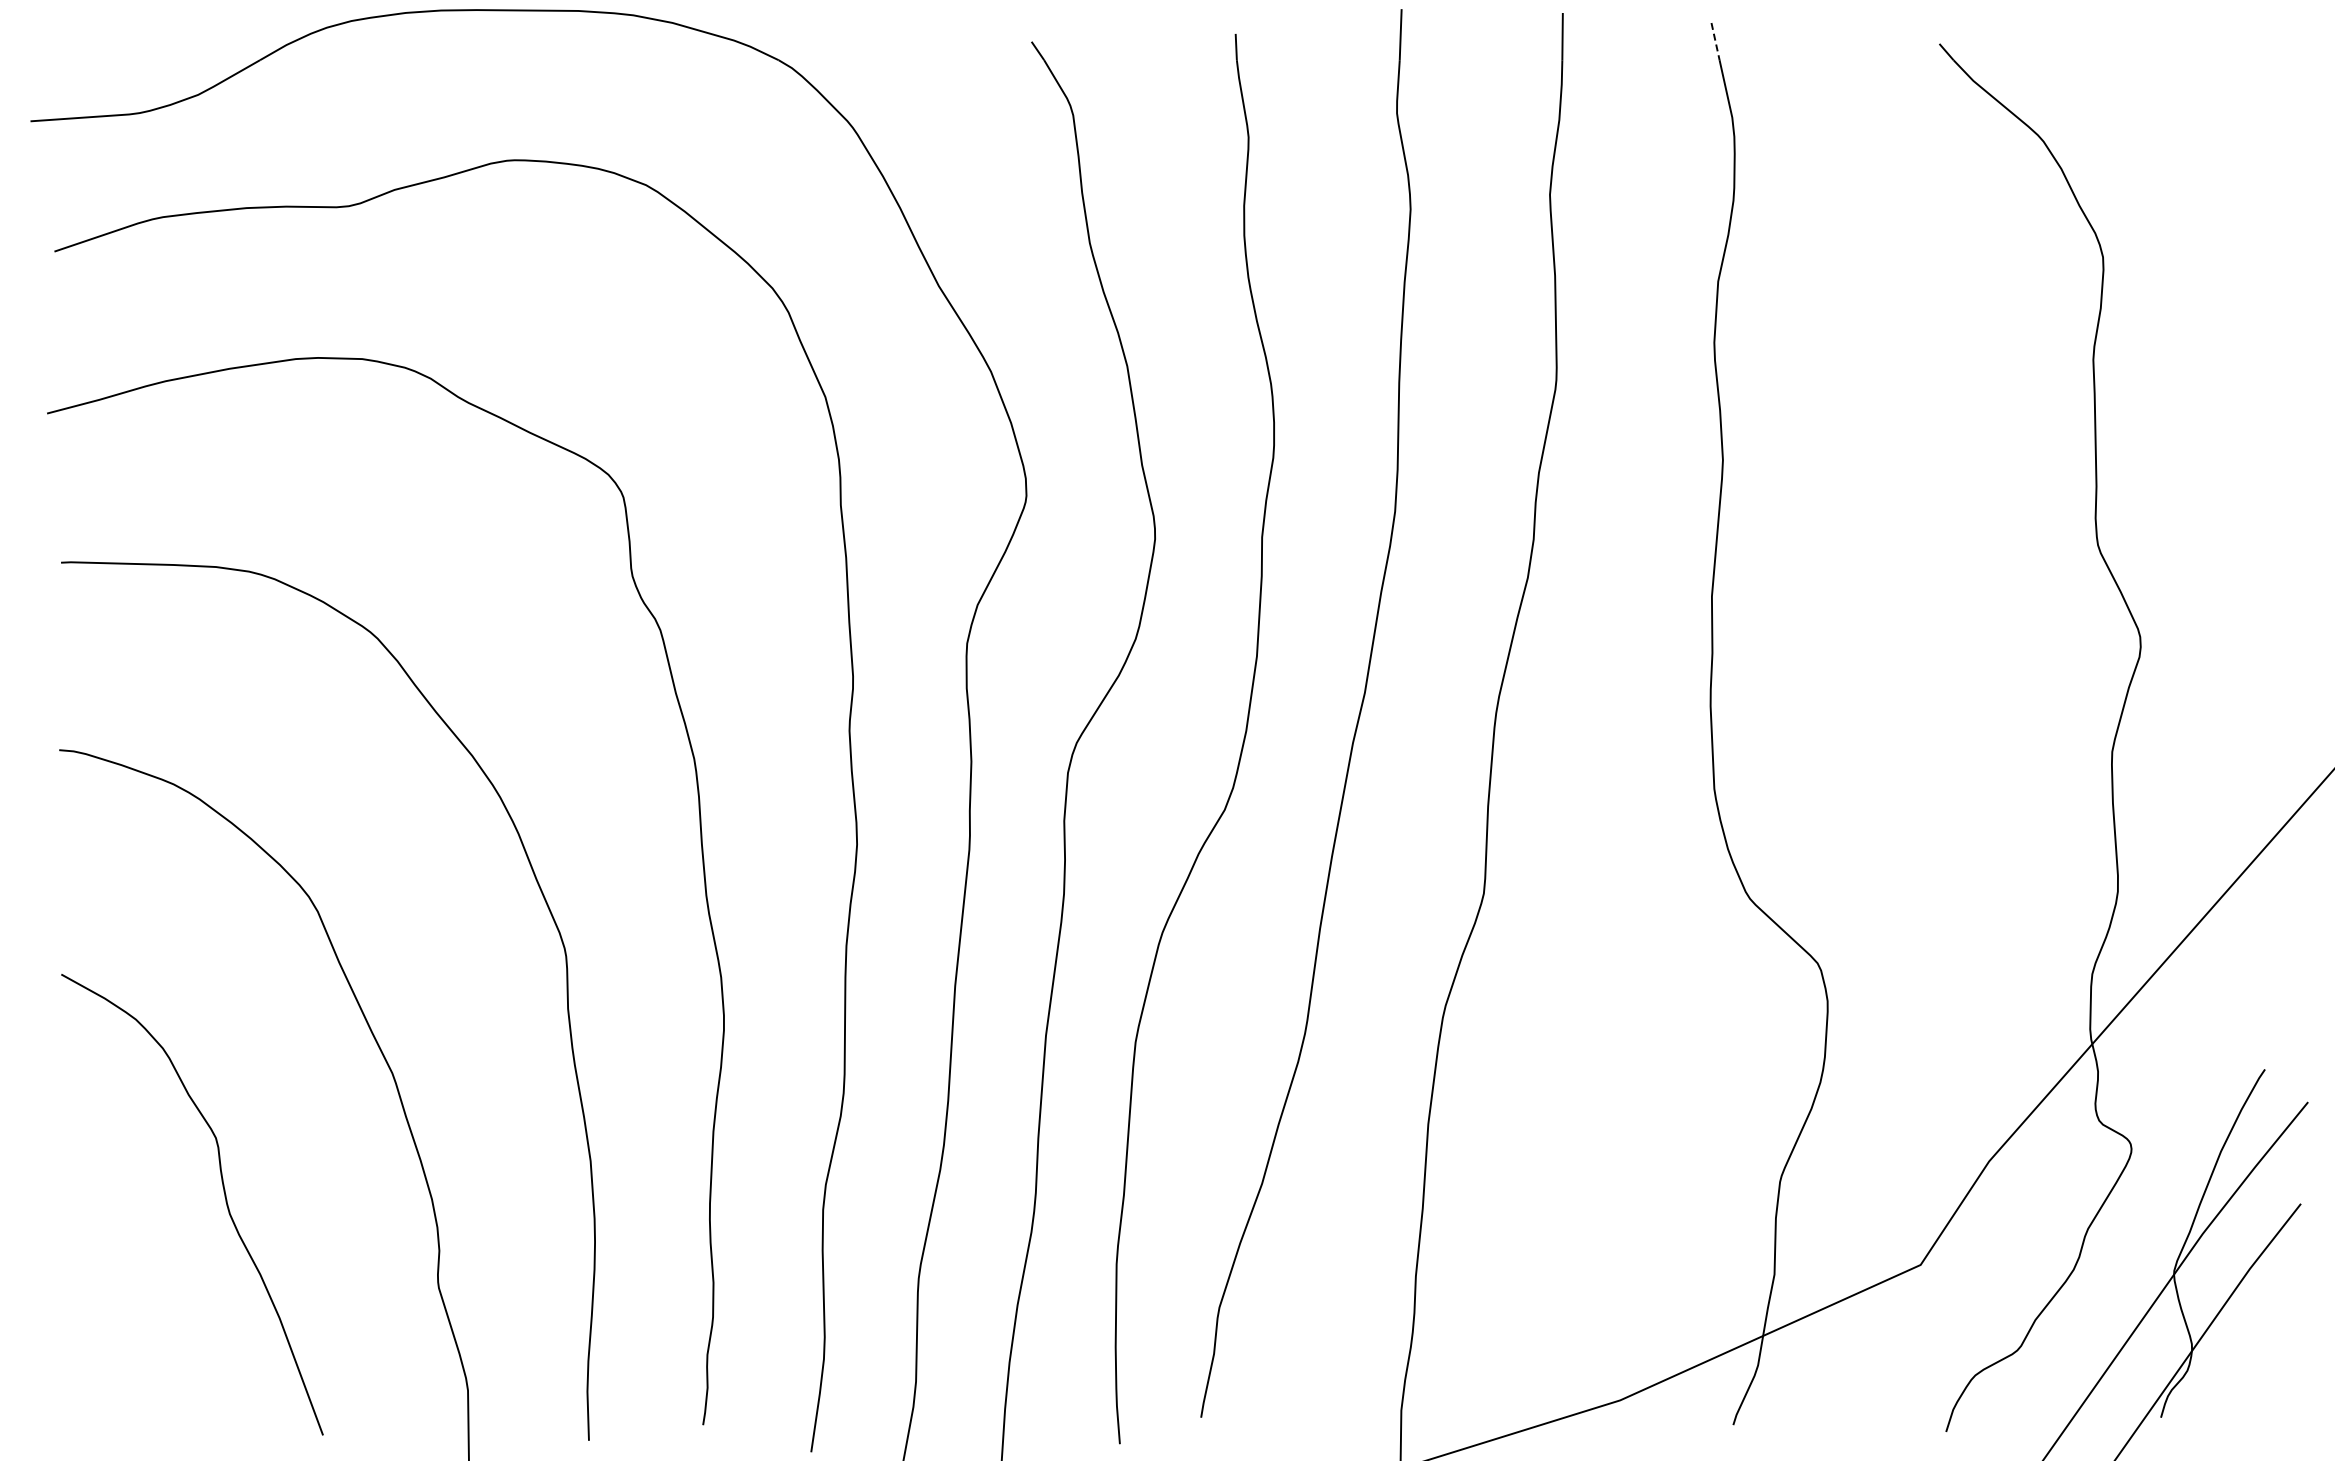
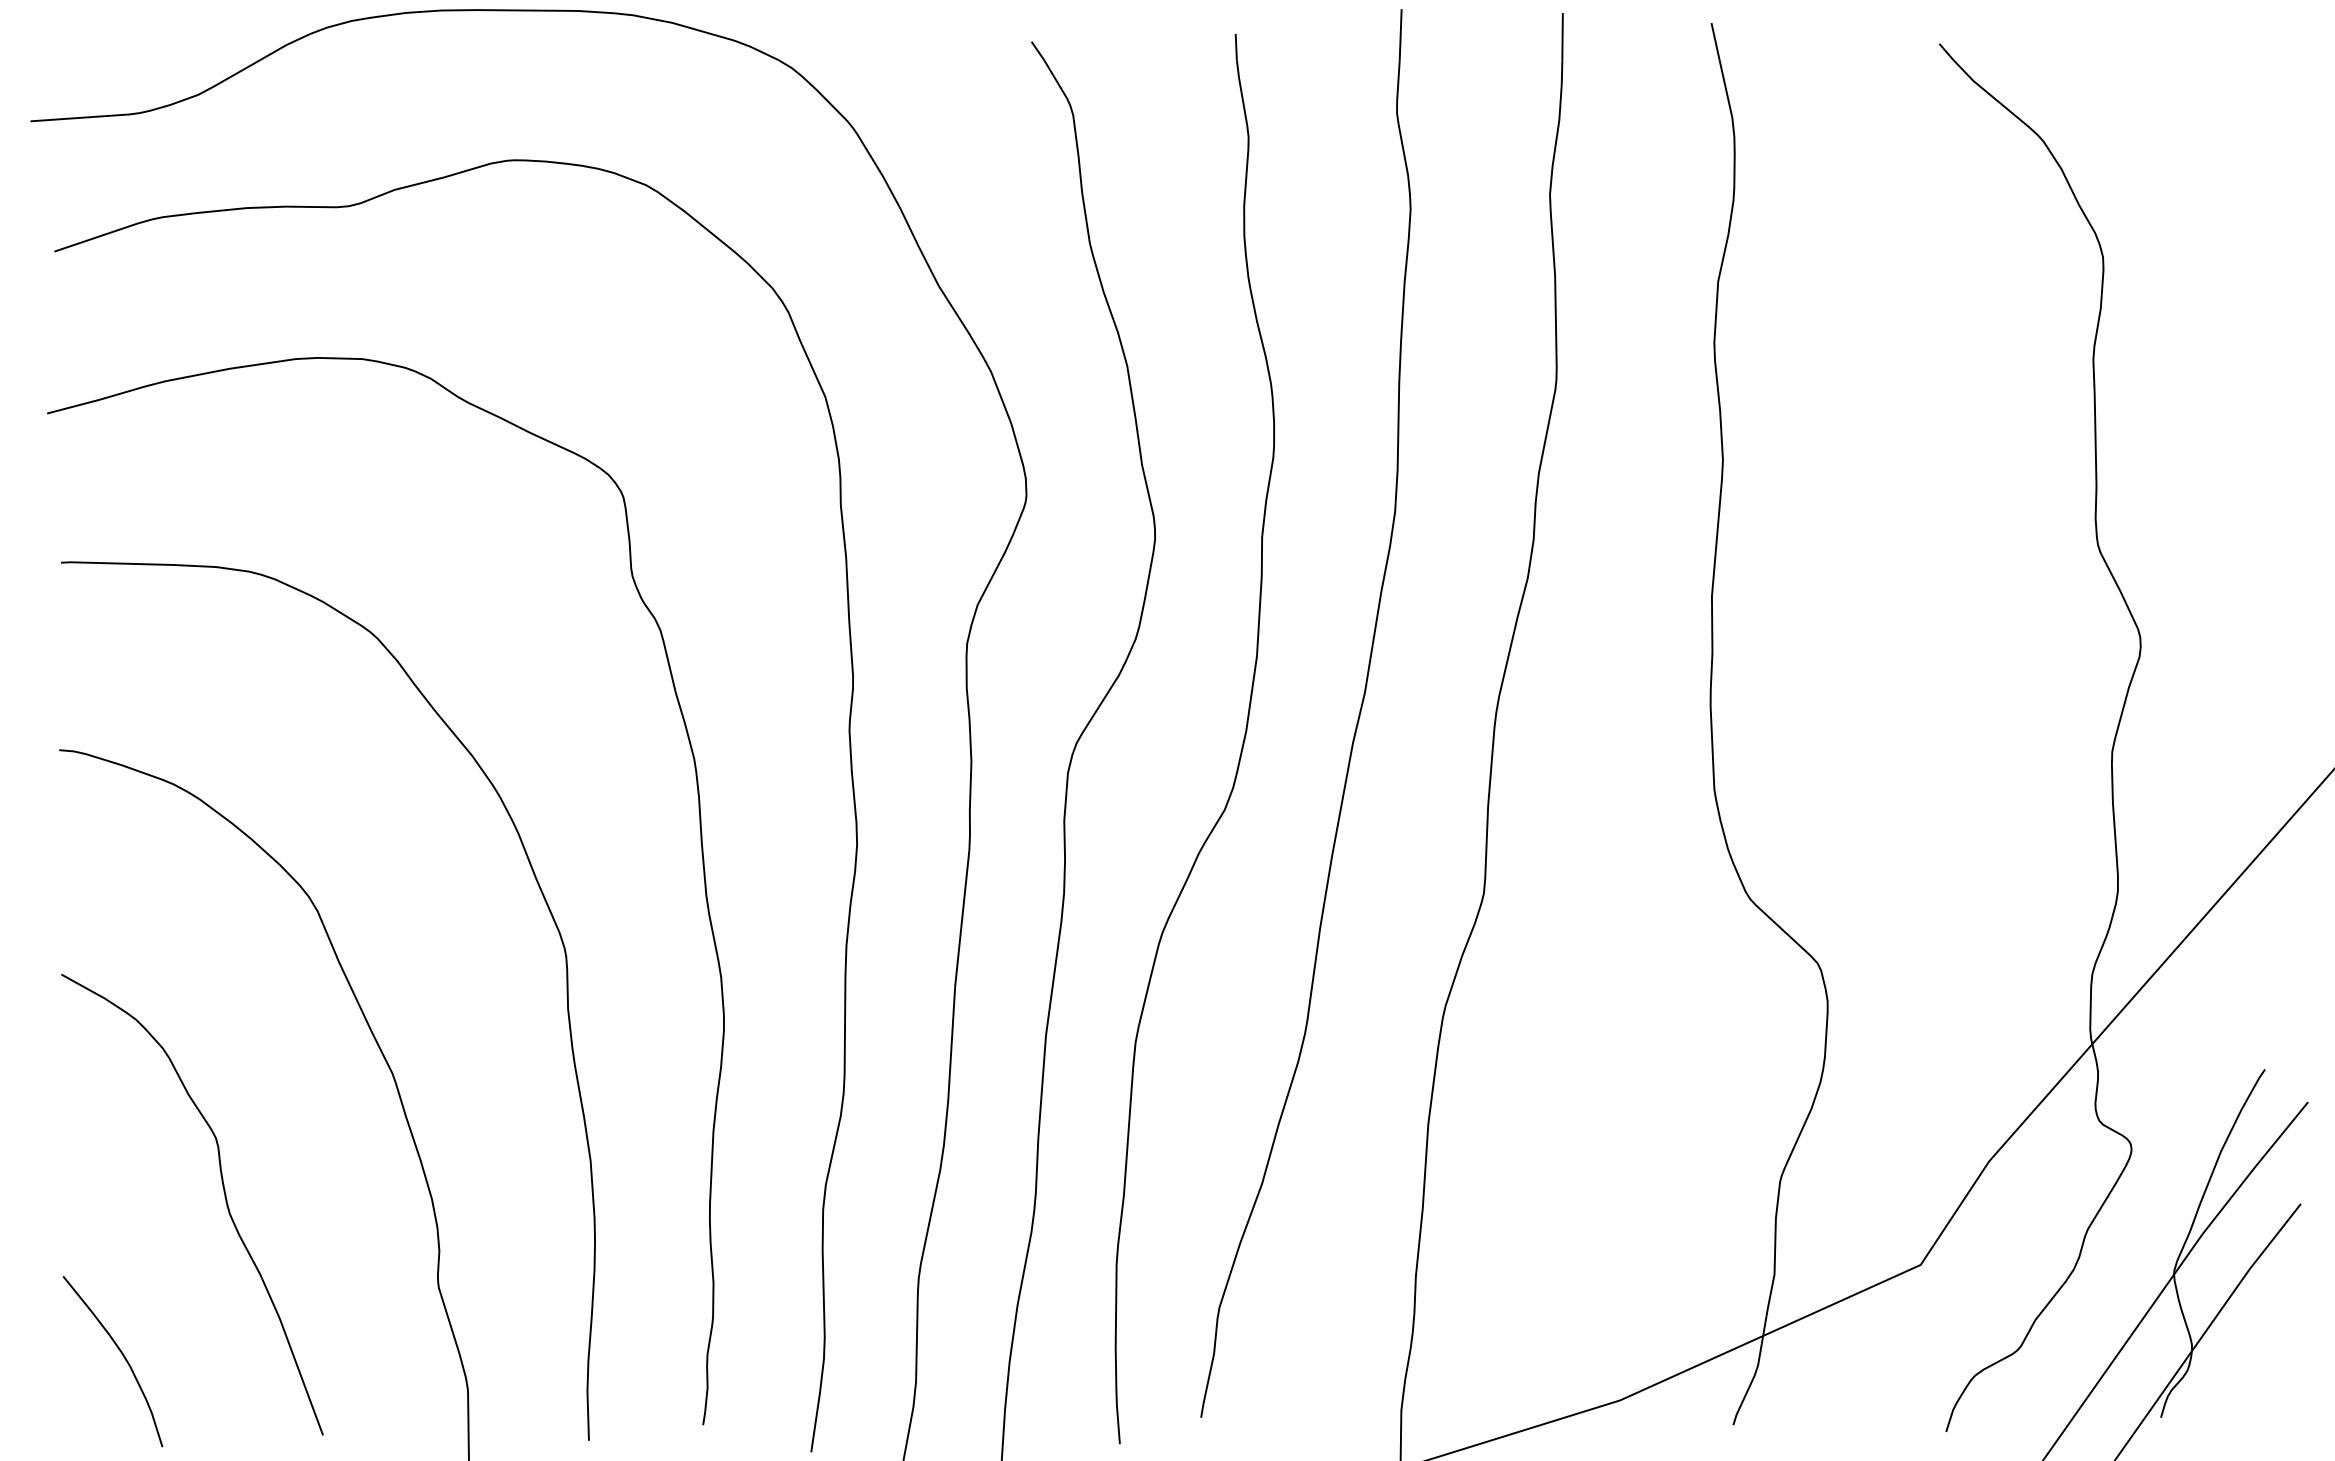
line at (1715, 42): dashed -> solid
curve at (121, 1354): none -> present
